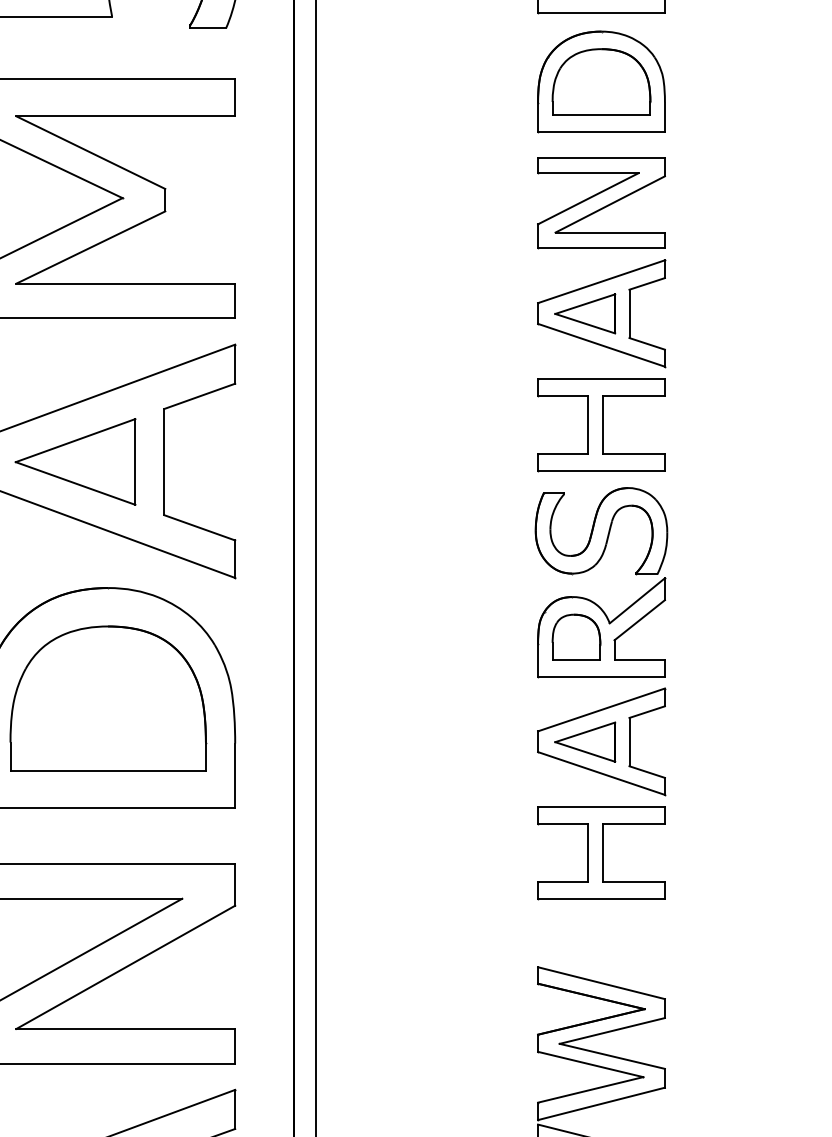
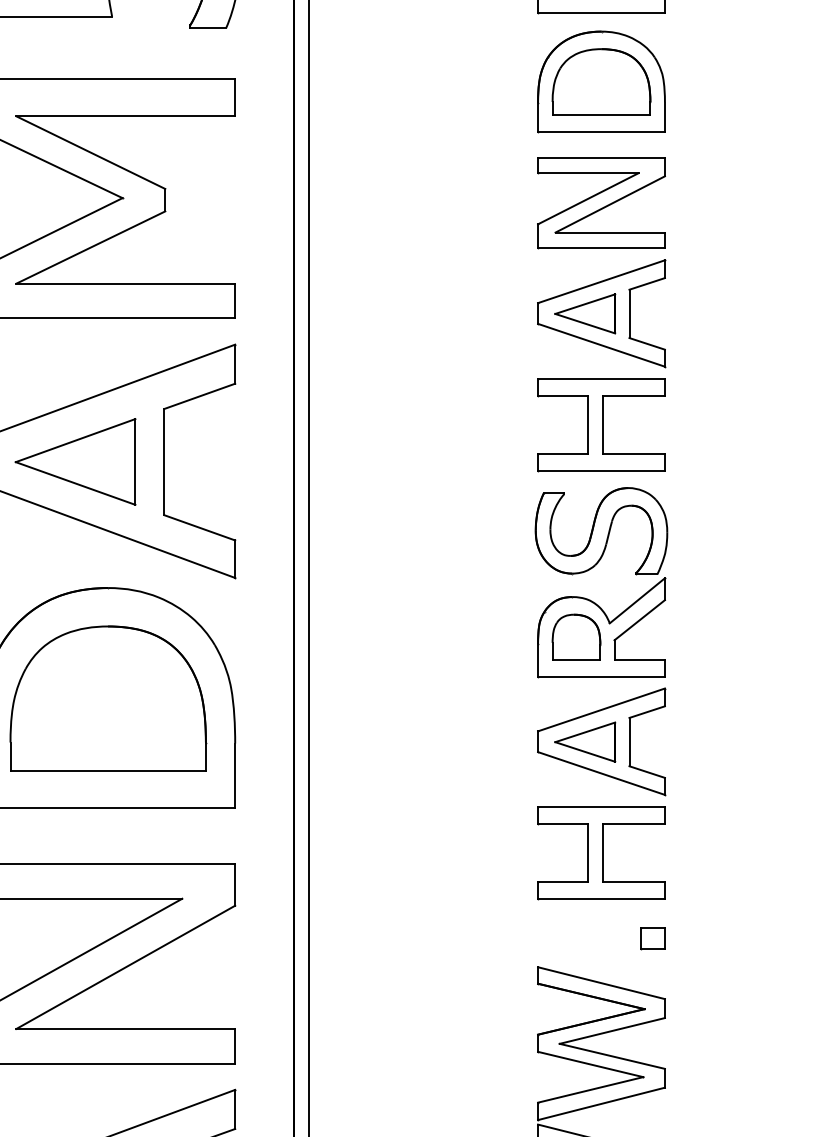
line at (315, 567) position: (315, 567) -> (308, 567)
part at (652, 938): none -> present
